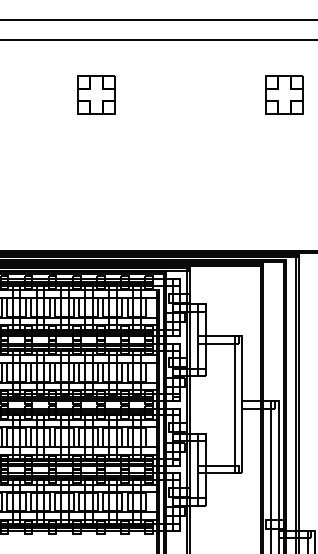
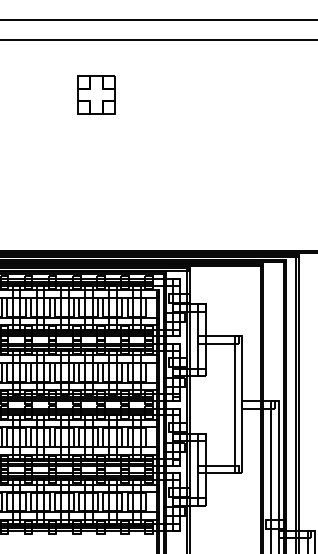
part at (284, 94): present -> none
